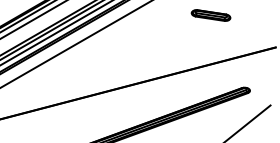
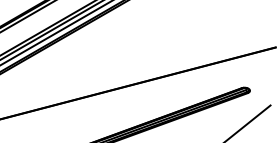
part at (210, 15): present -> none
line at (32, 19): present -> none
line at (75, 44): present -> none
